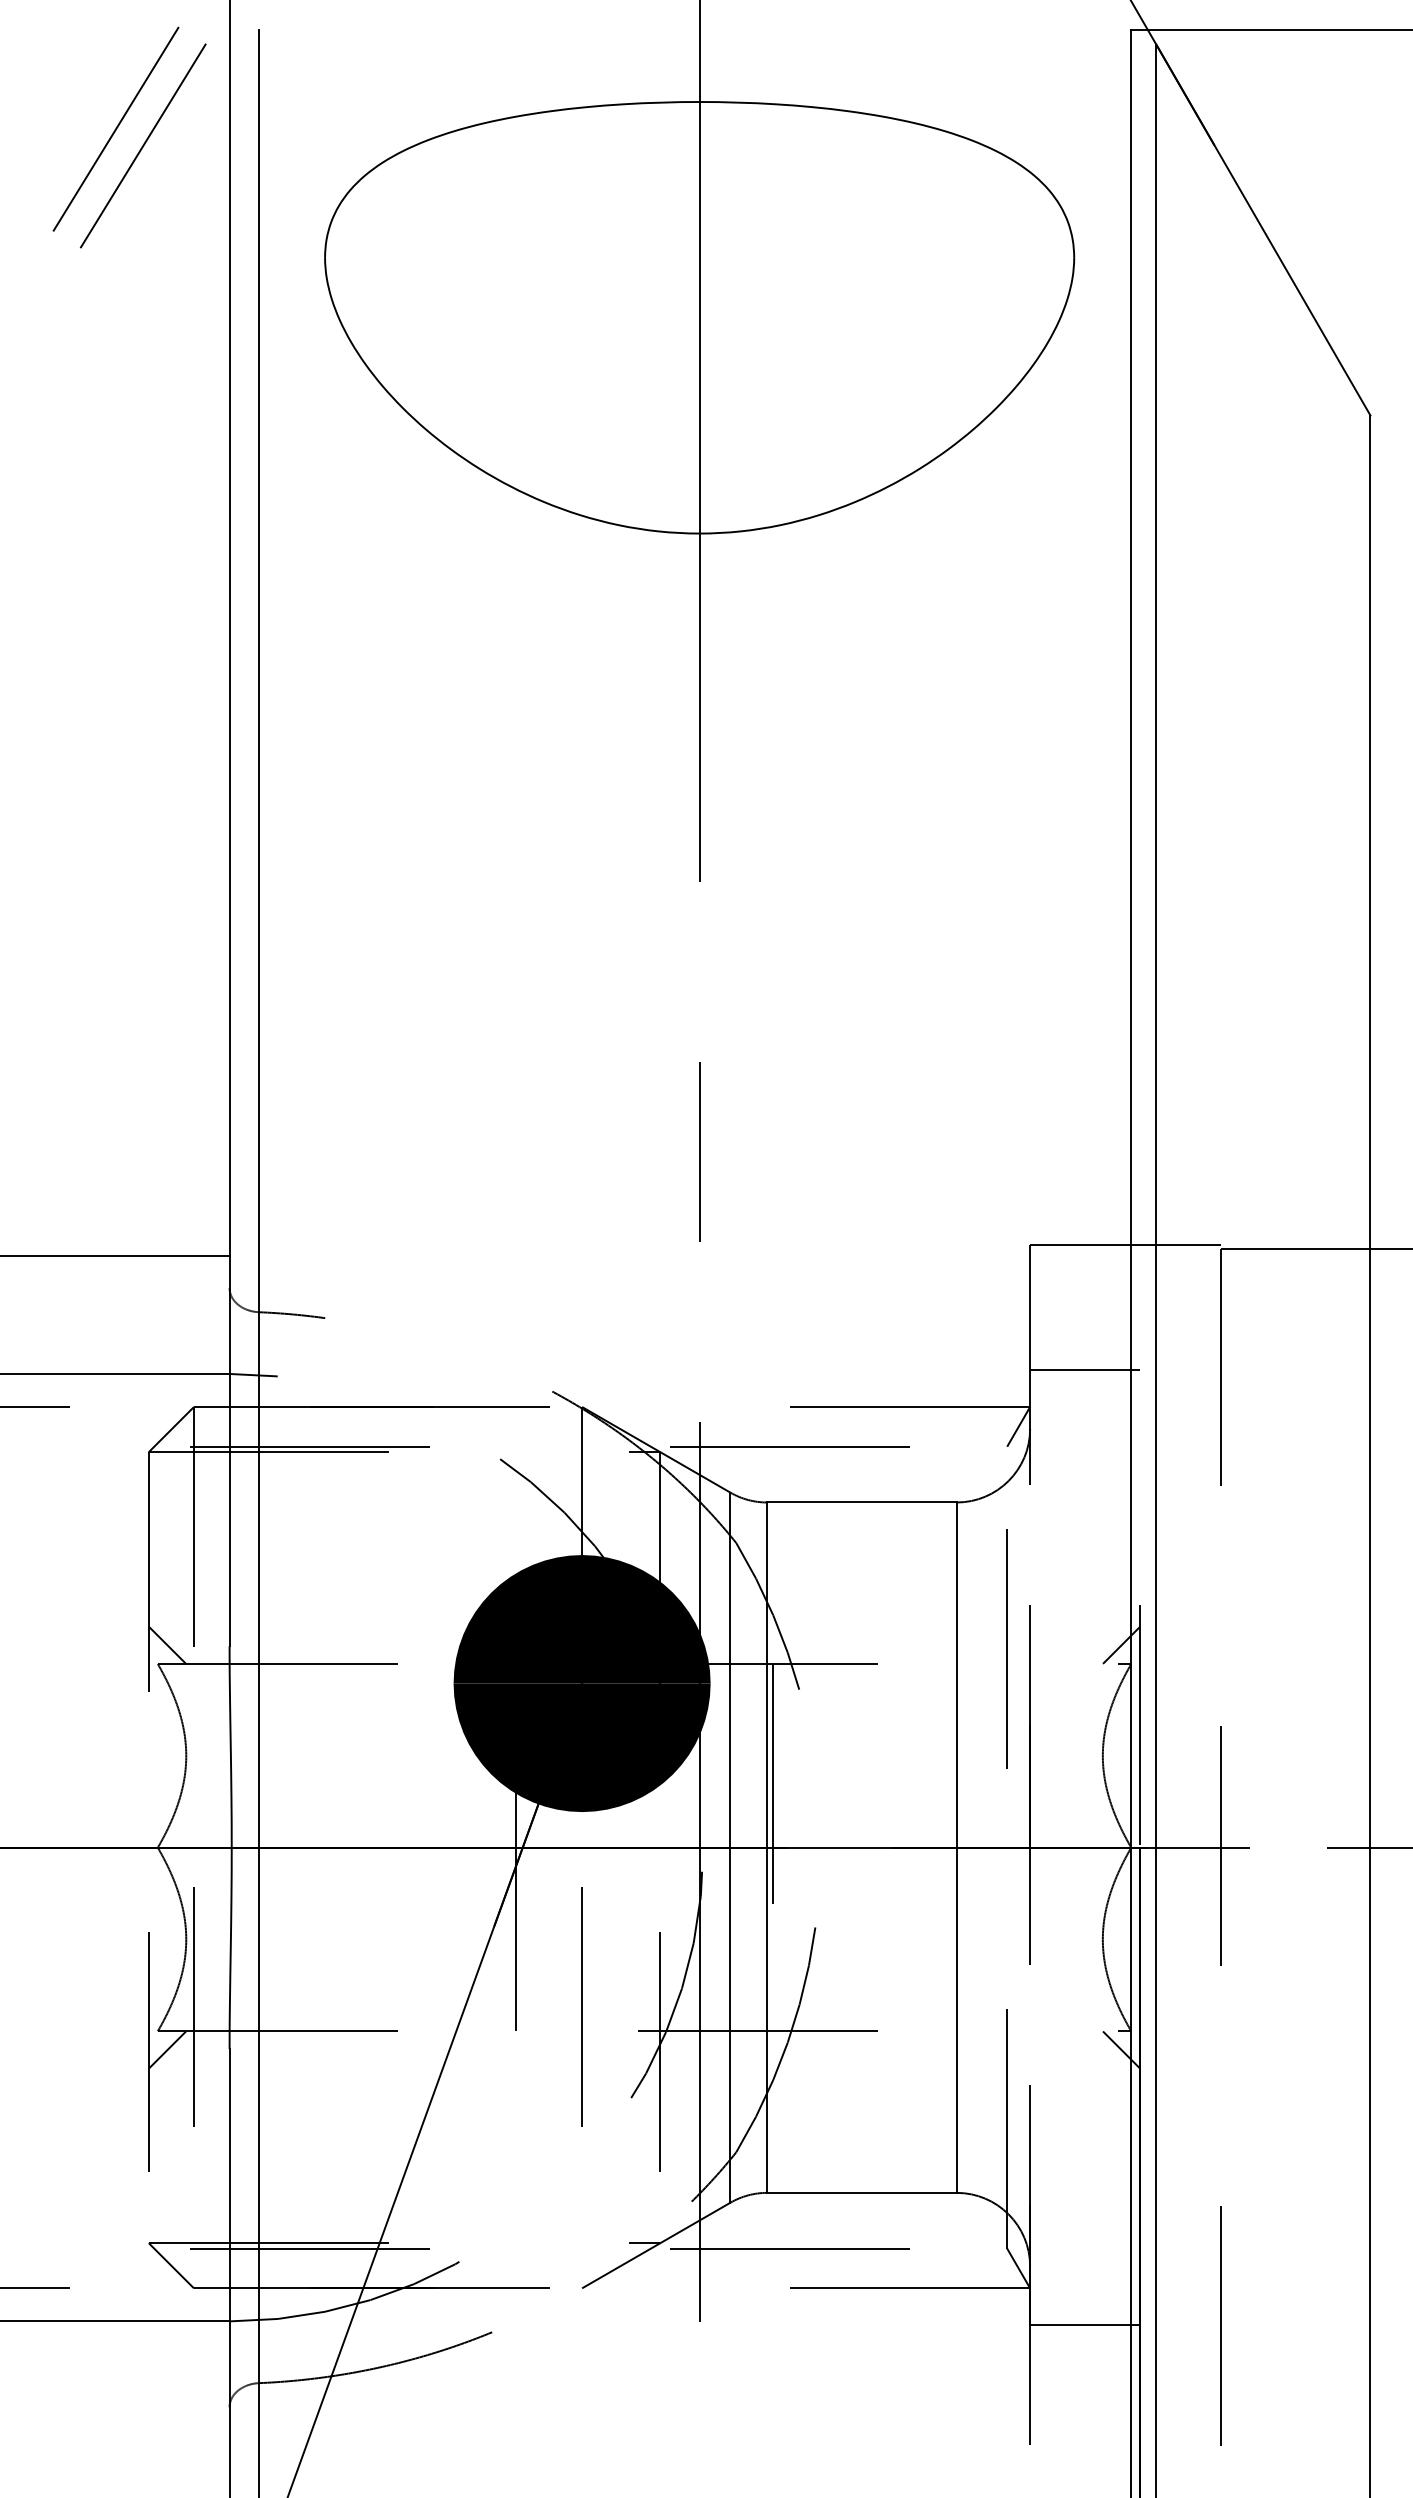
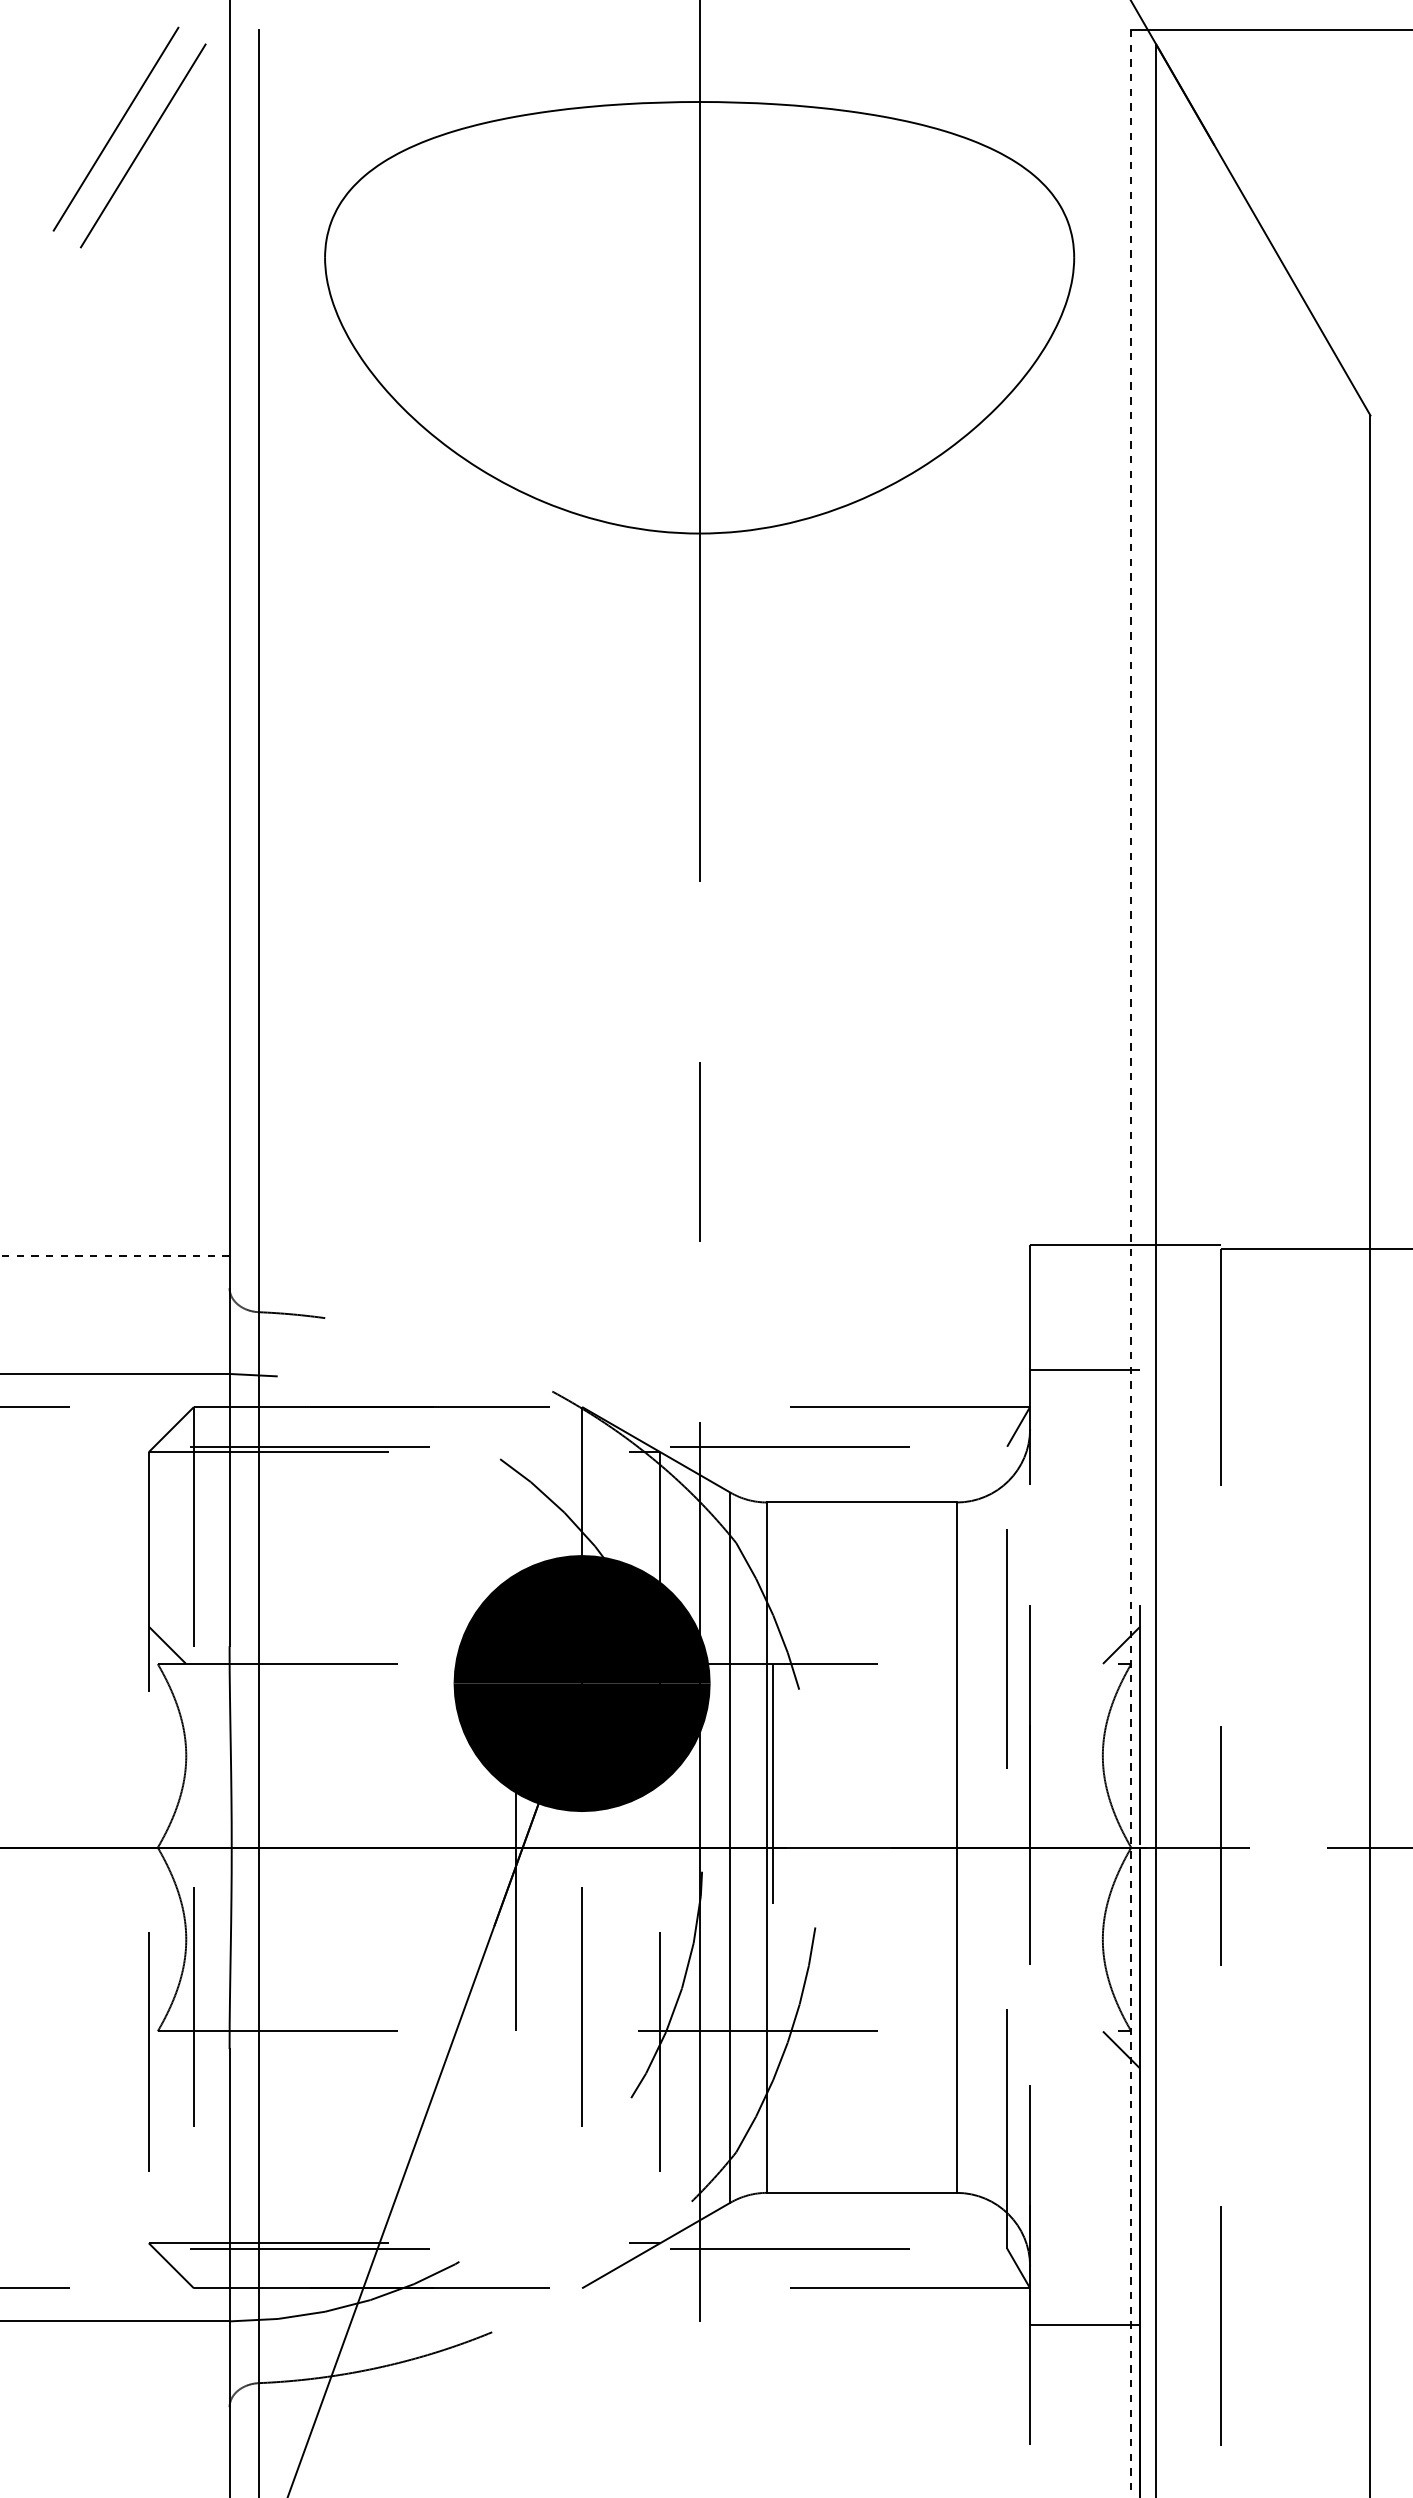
line at (115, 1256): solid -> dashed
line at (1130, 1263): solid -> dashed
line at (167, 2049): present -> none
